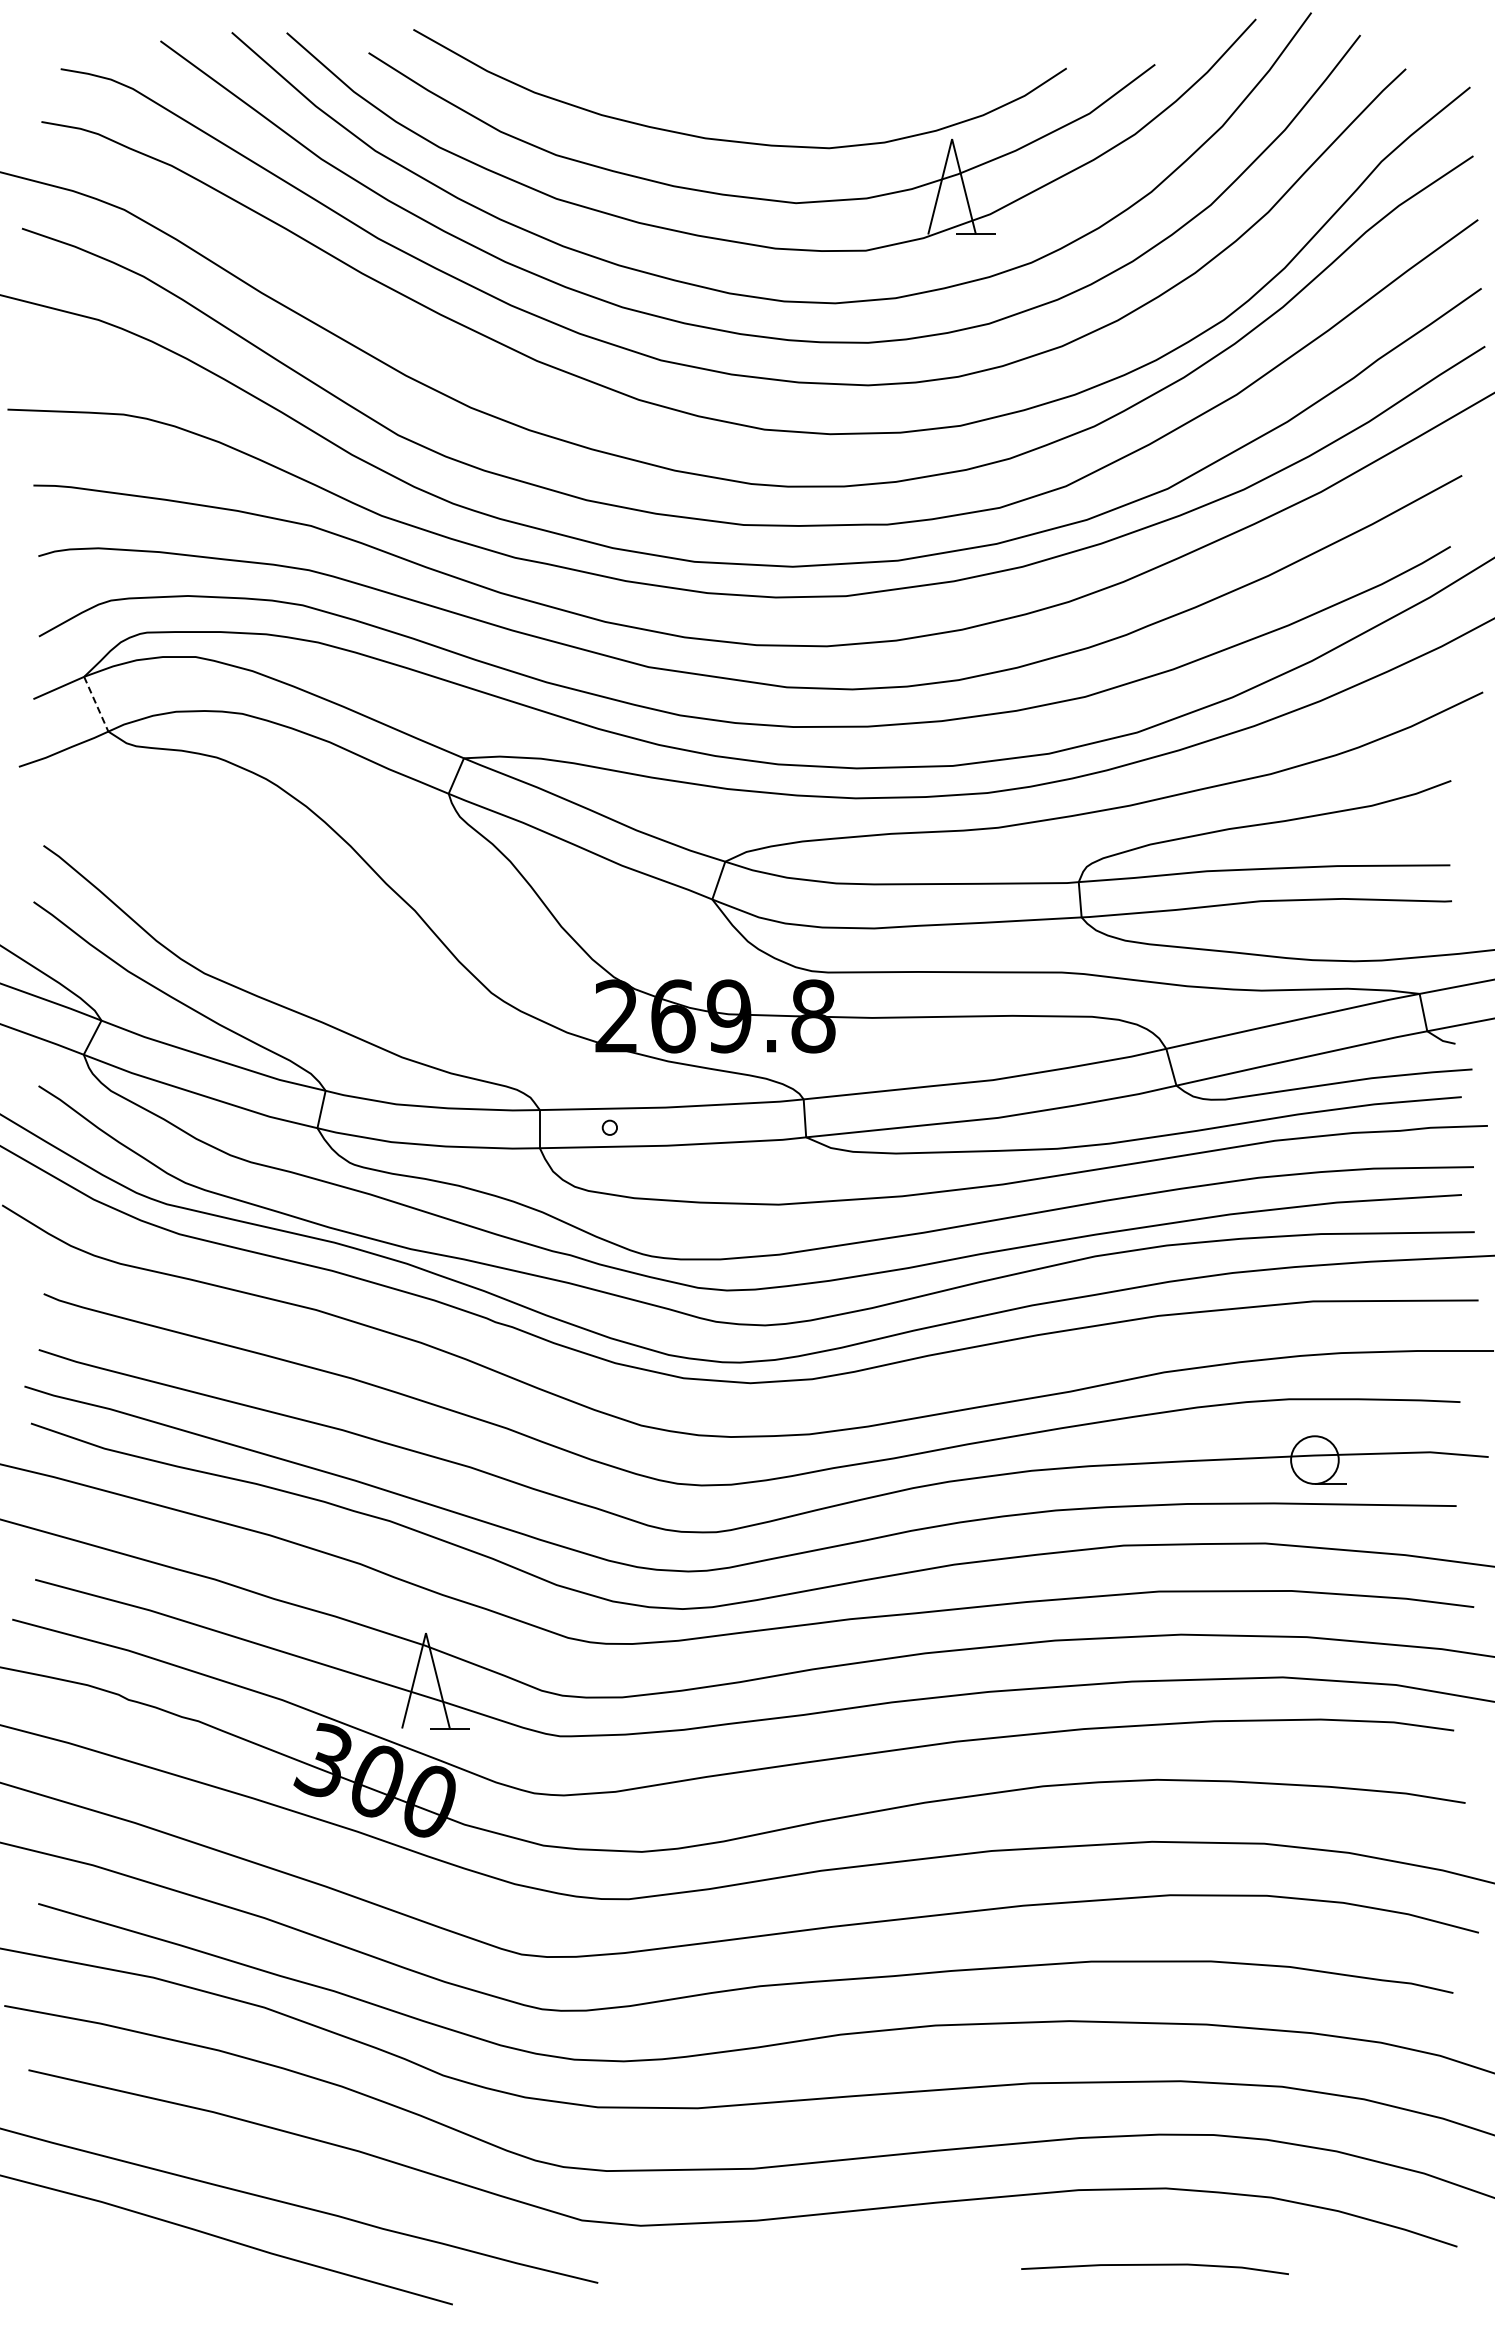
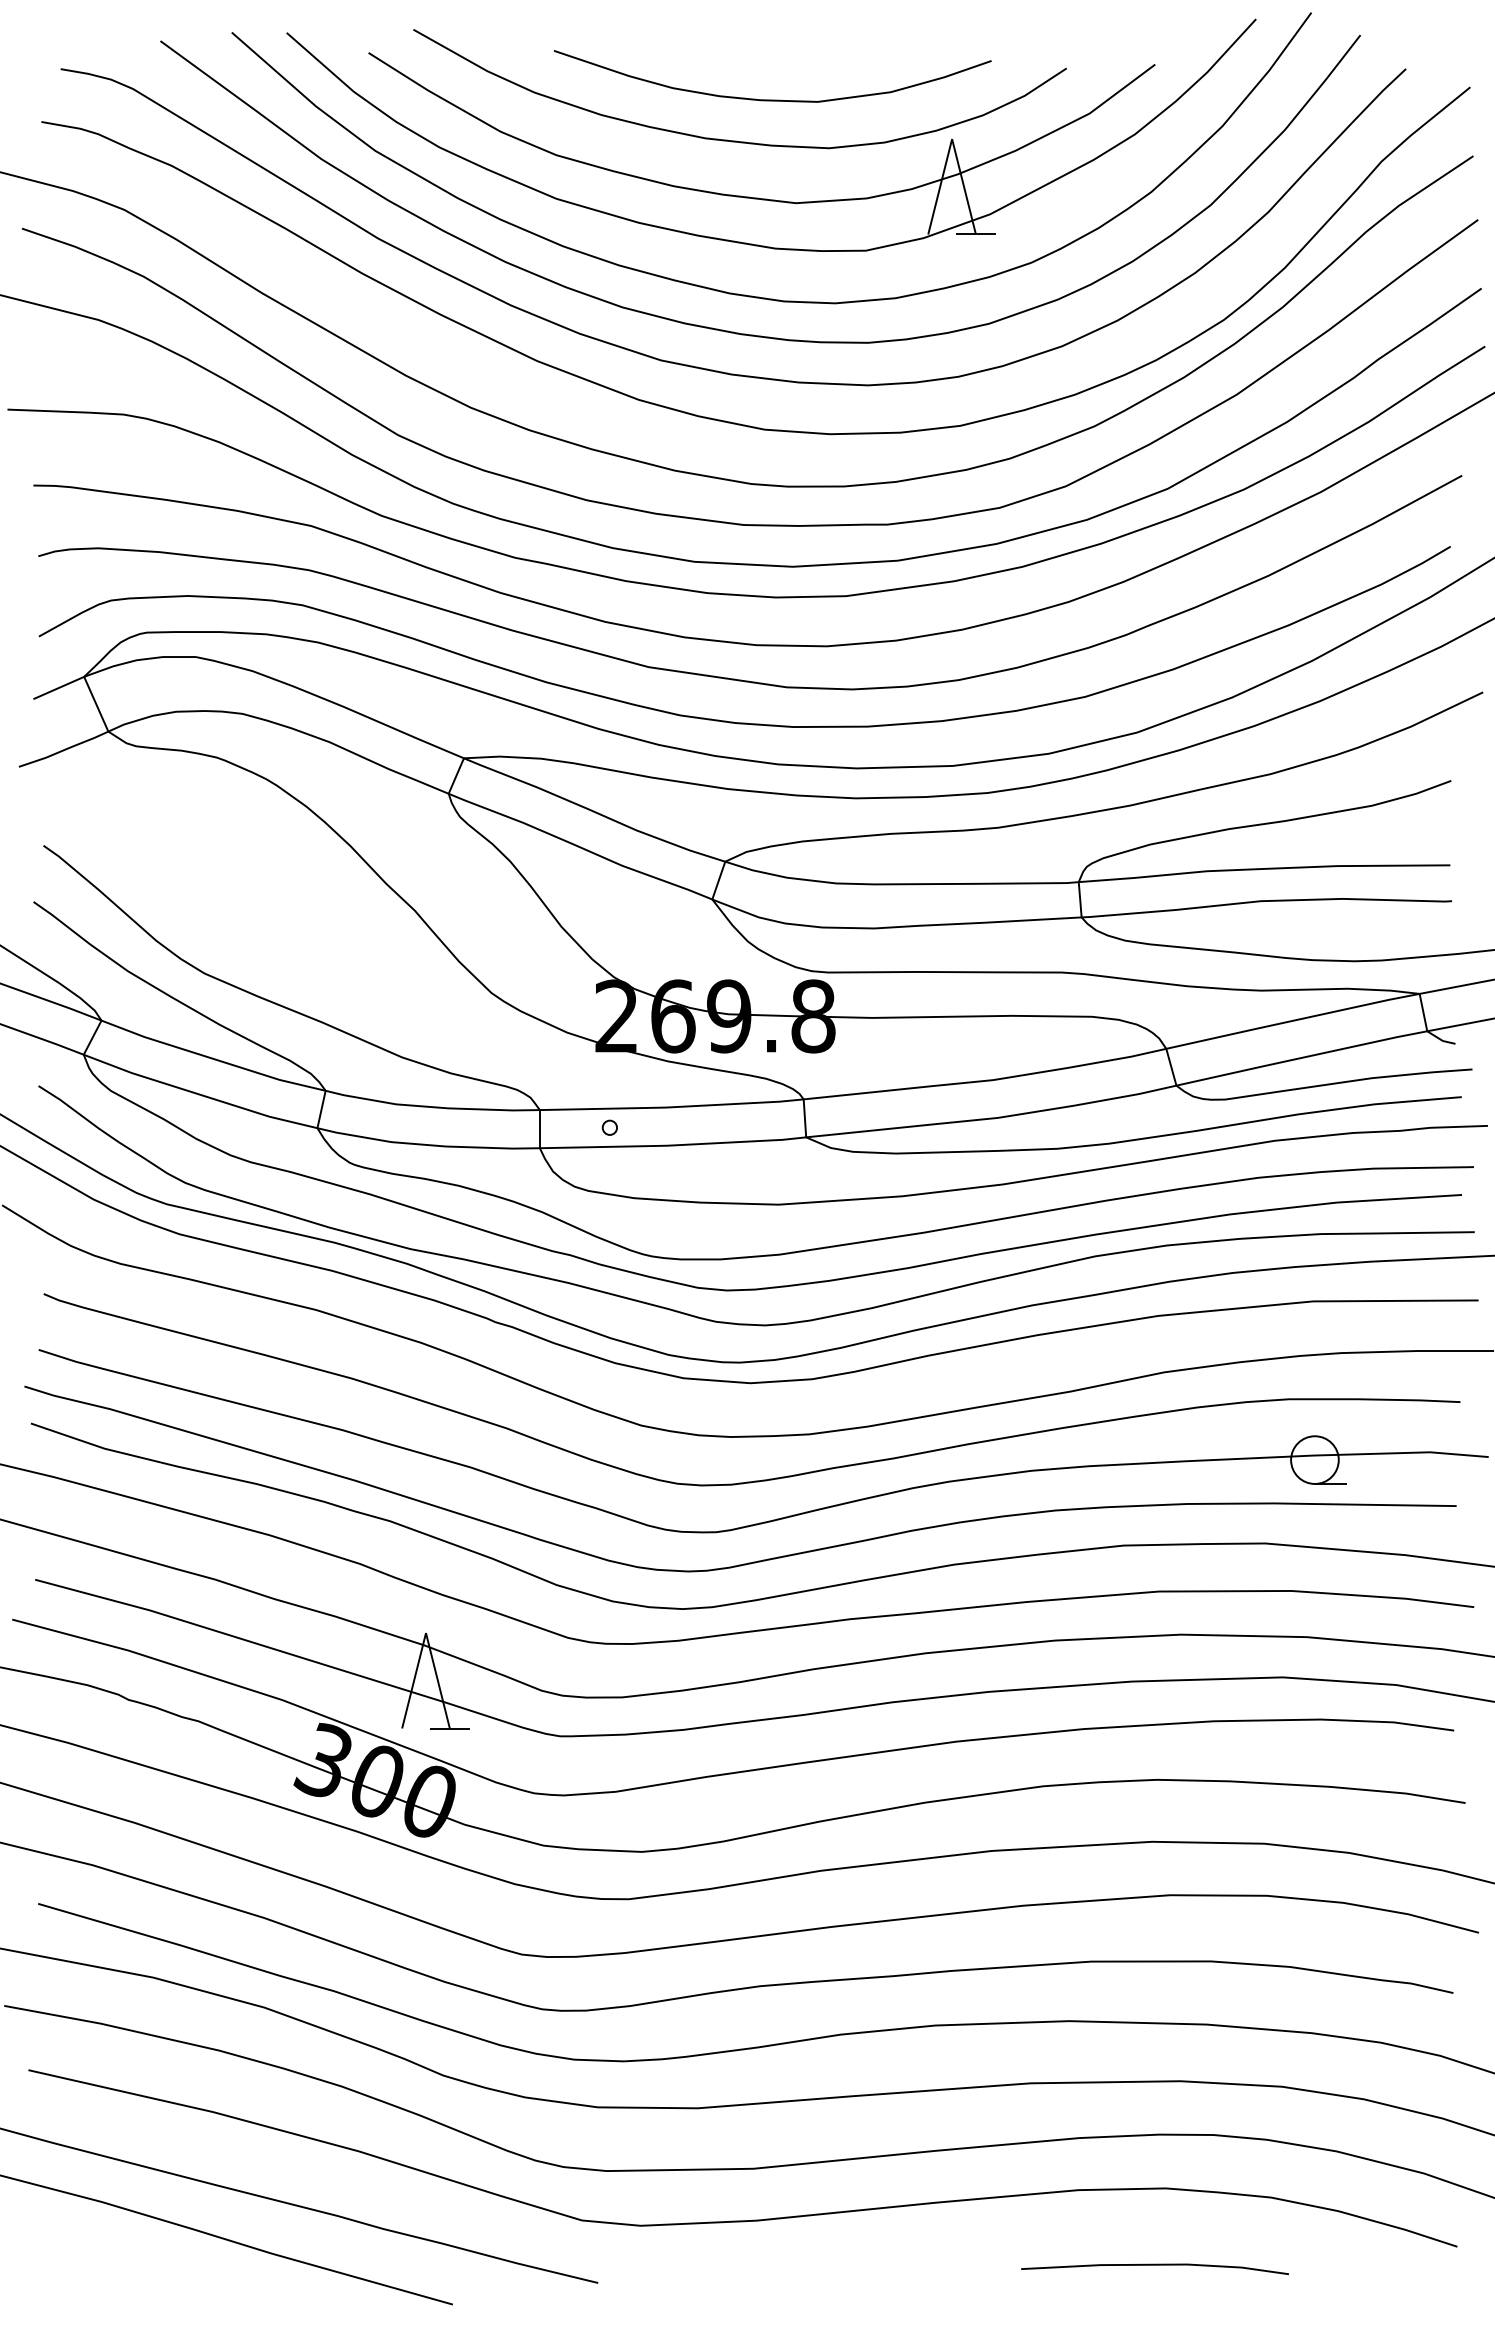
curve at (772, 99): none -> present
line at (96, 704): dashed -> solid
